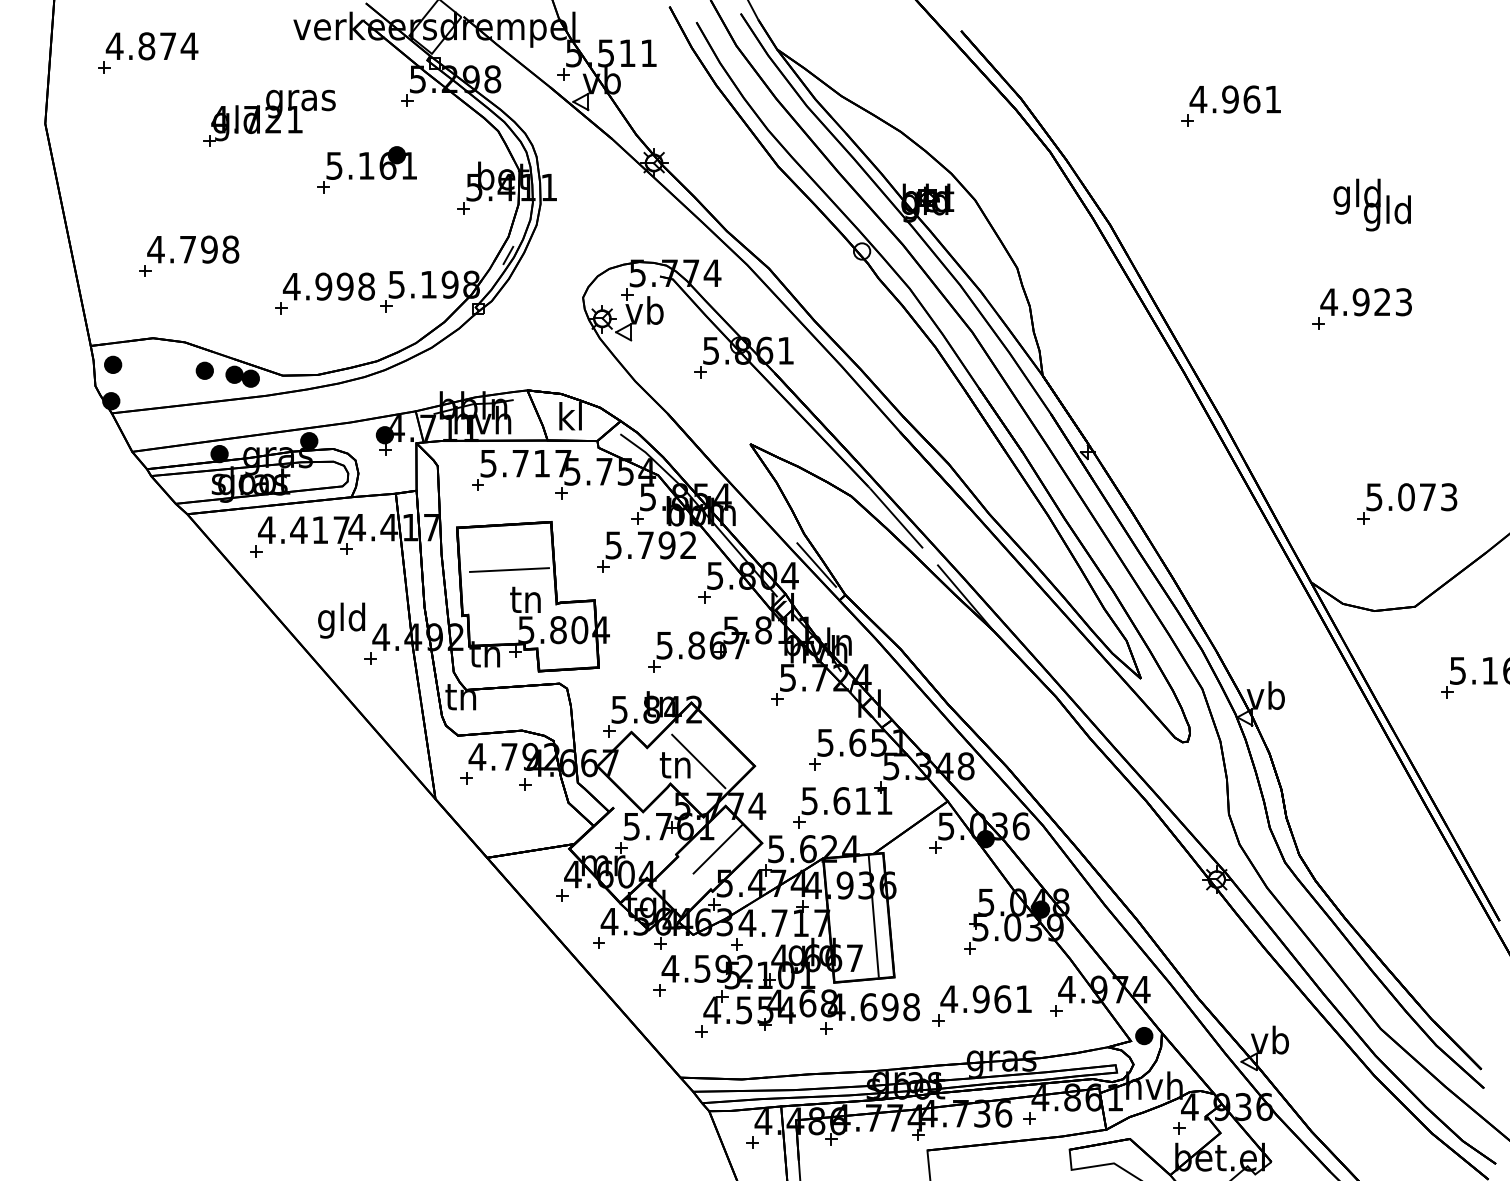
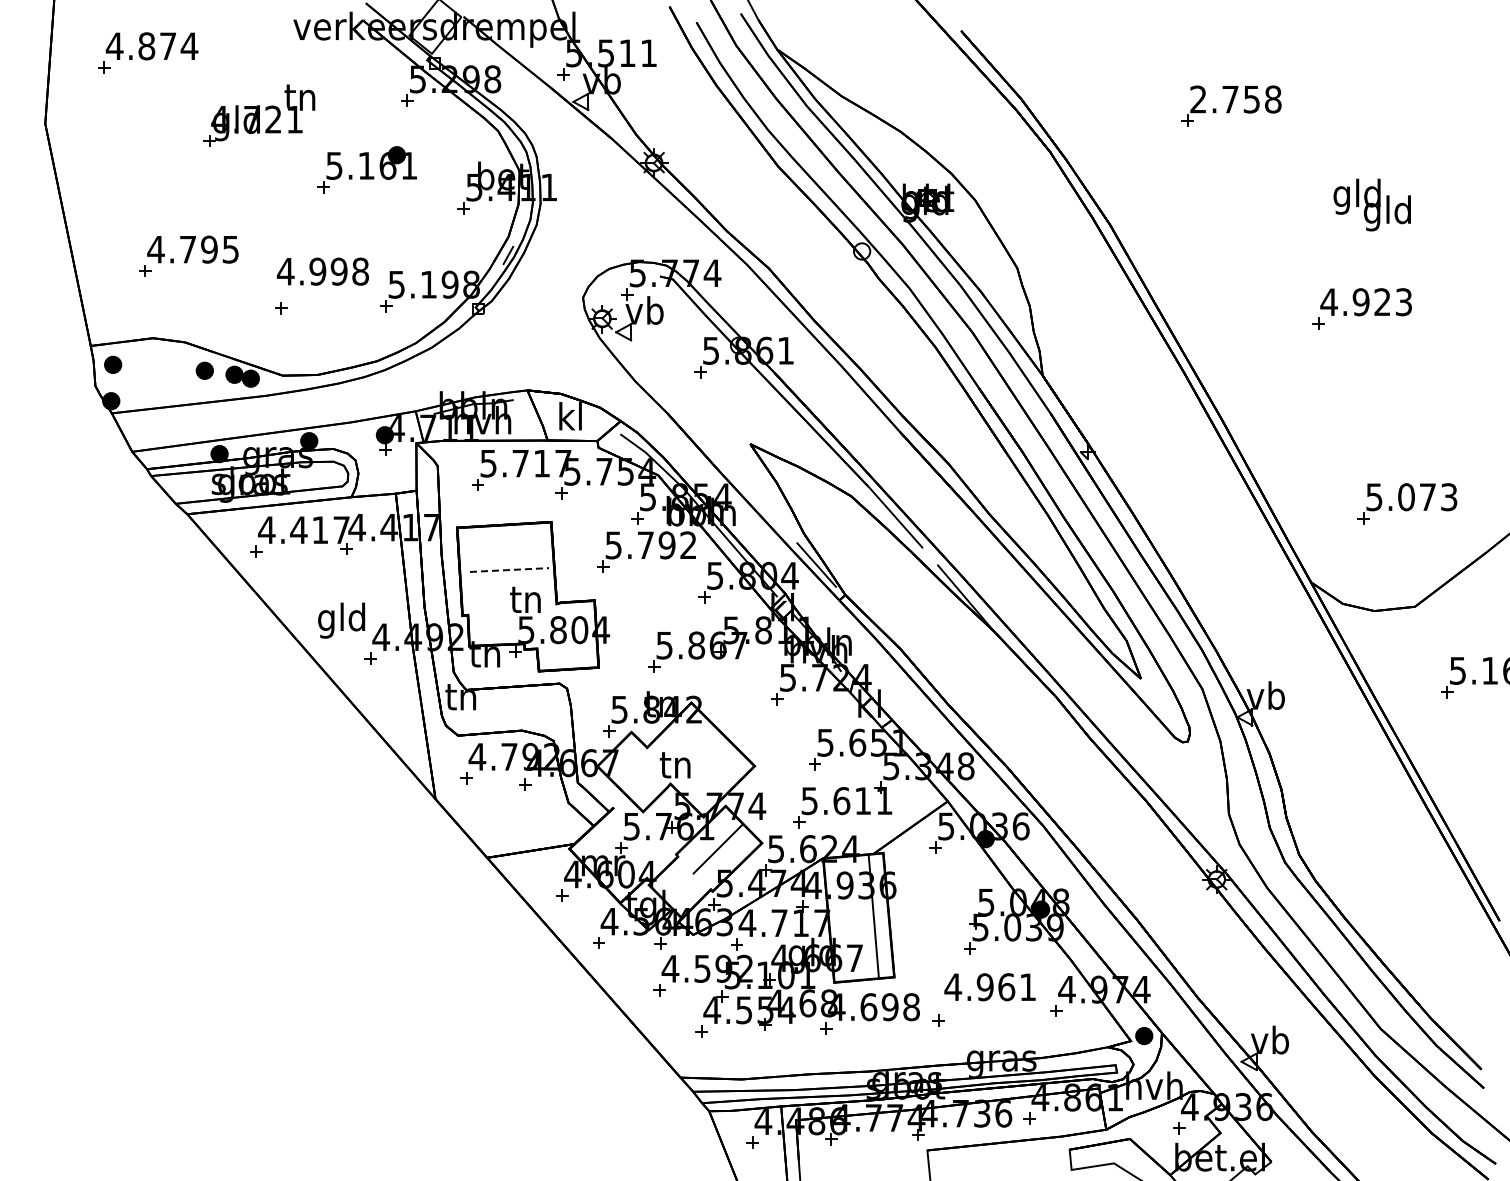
text at (1235, 99): 4.961 -> 2.758
text at (300, 101): gras -> tn
text at (230, 249): 4.798 -> 4.795
text at (328, 286) position: (328, 286) -> (322, 271)
line at (509, 570): solid -> dashed
line at (698, 761): present -> none
text at (985, 999) position: (985, 999) -> (989, 987)
